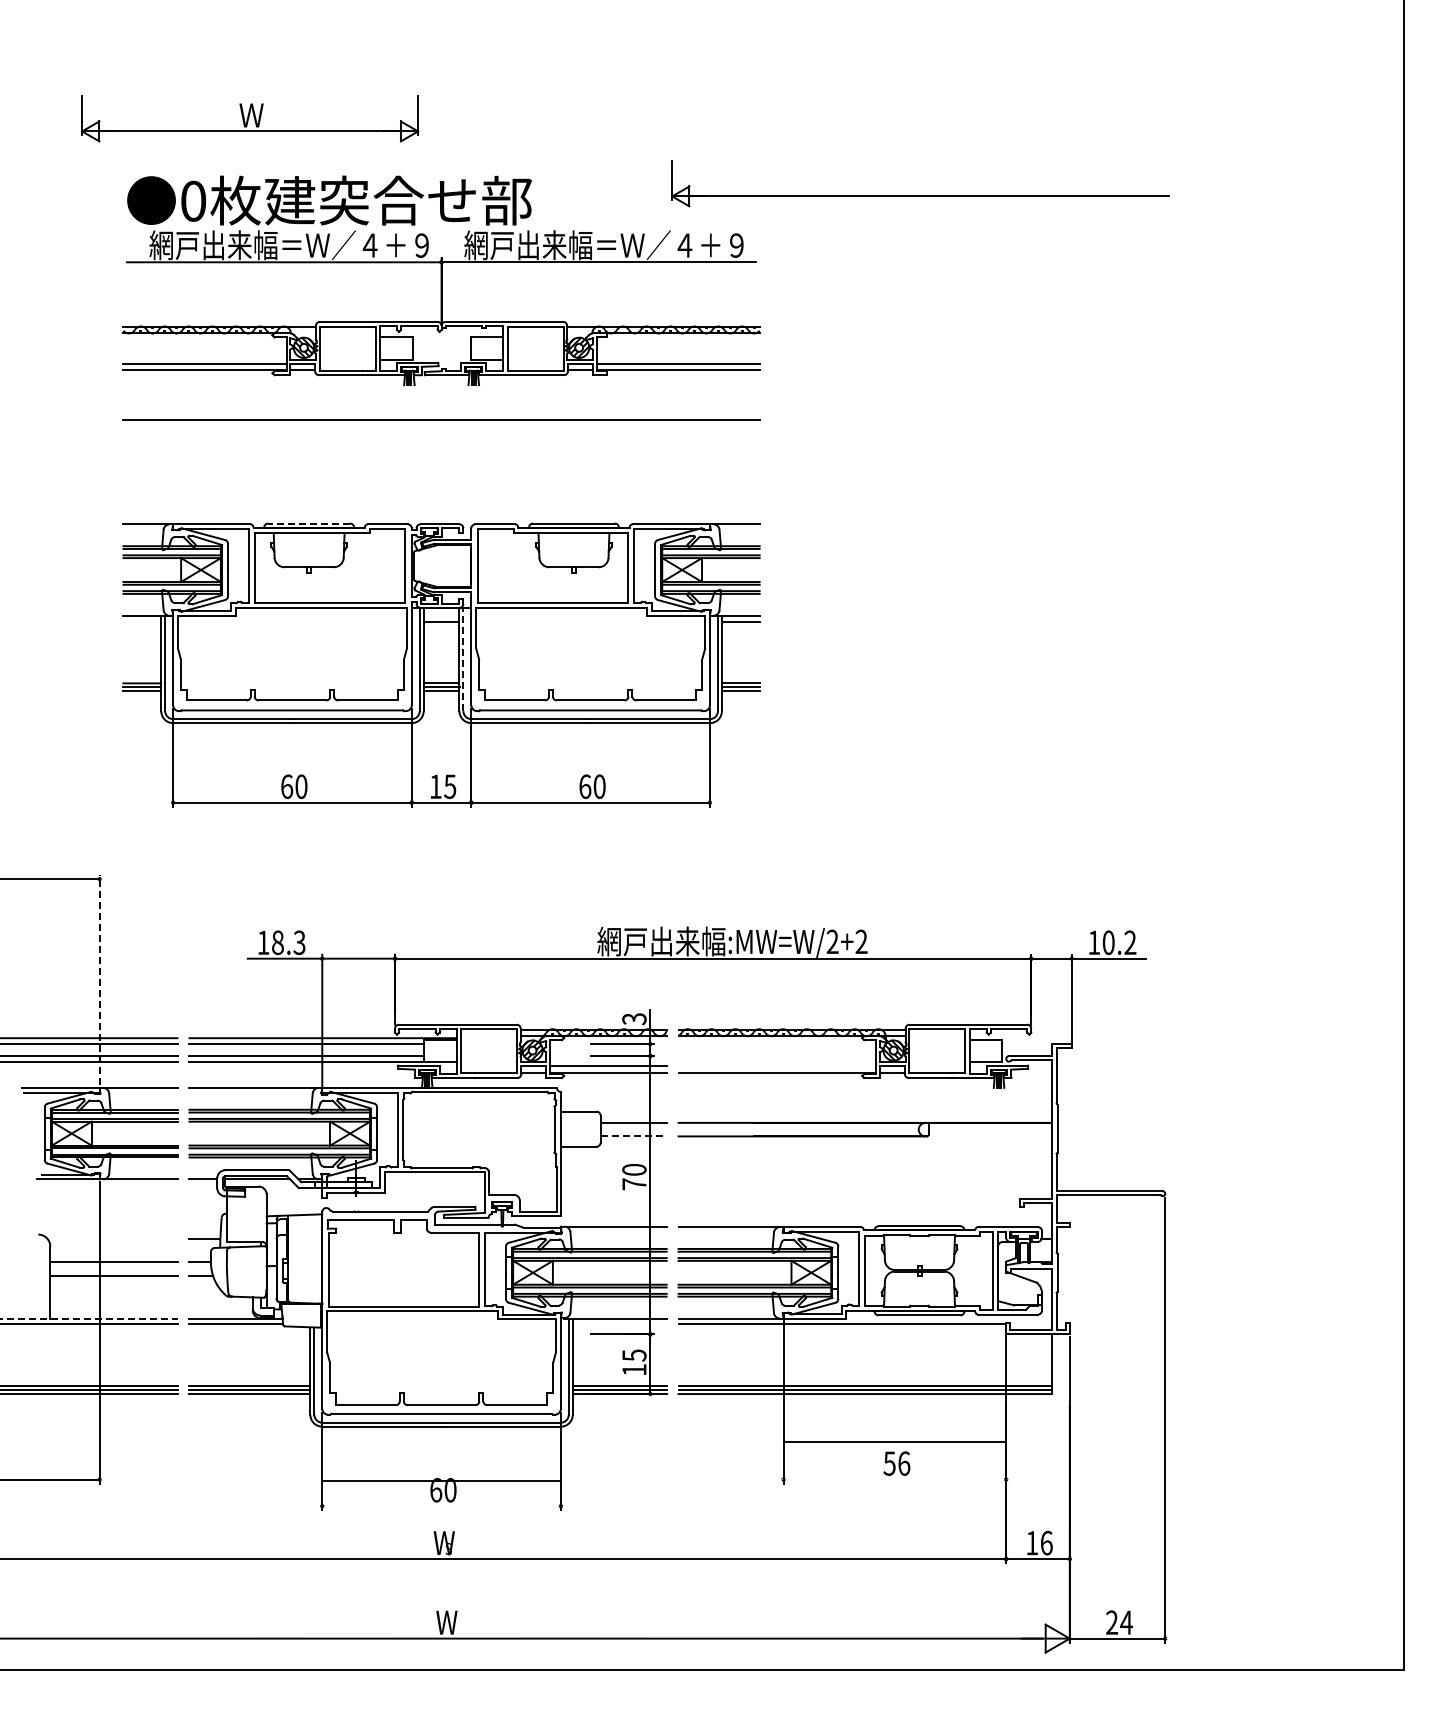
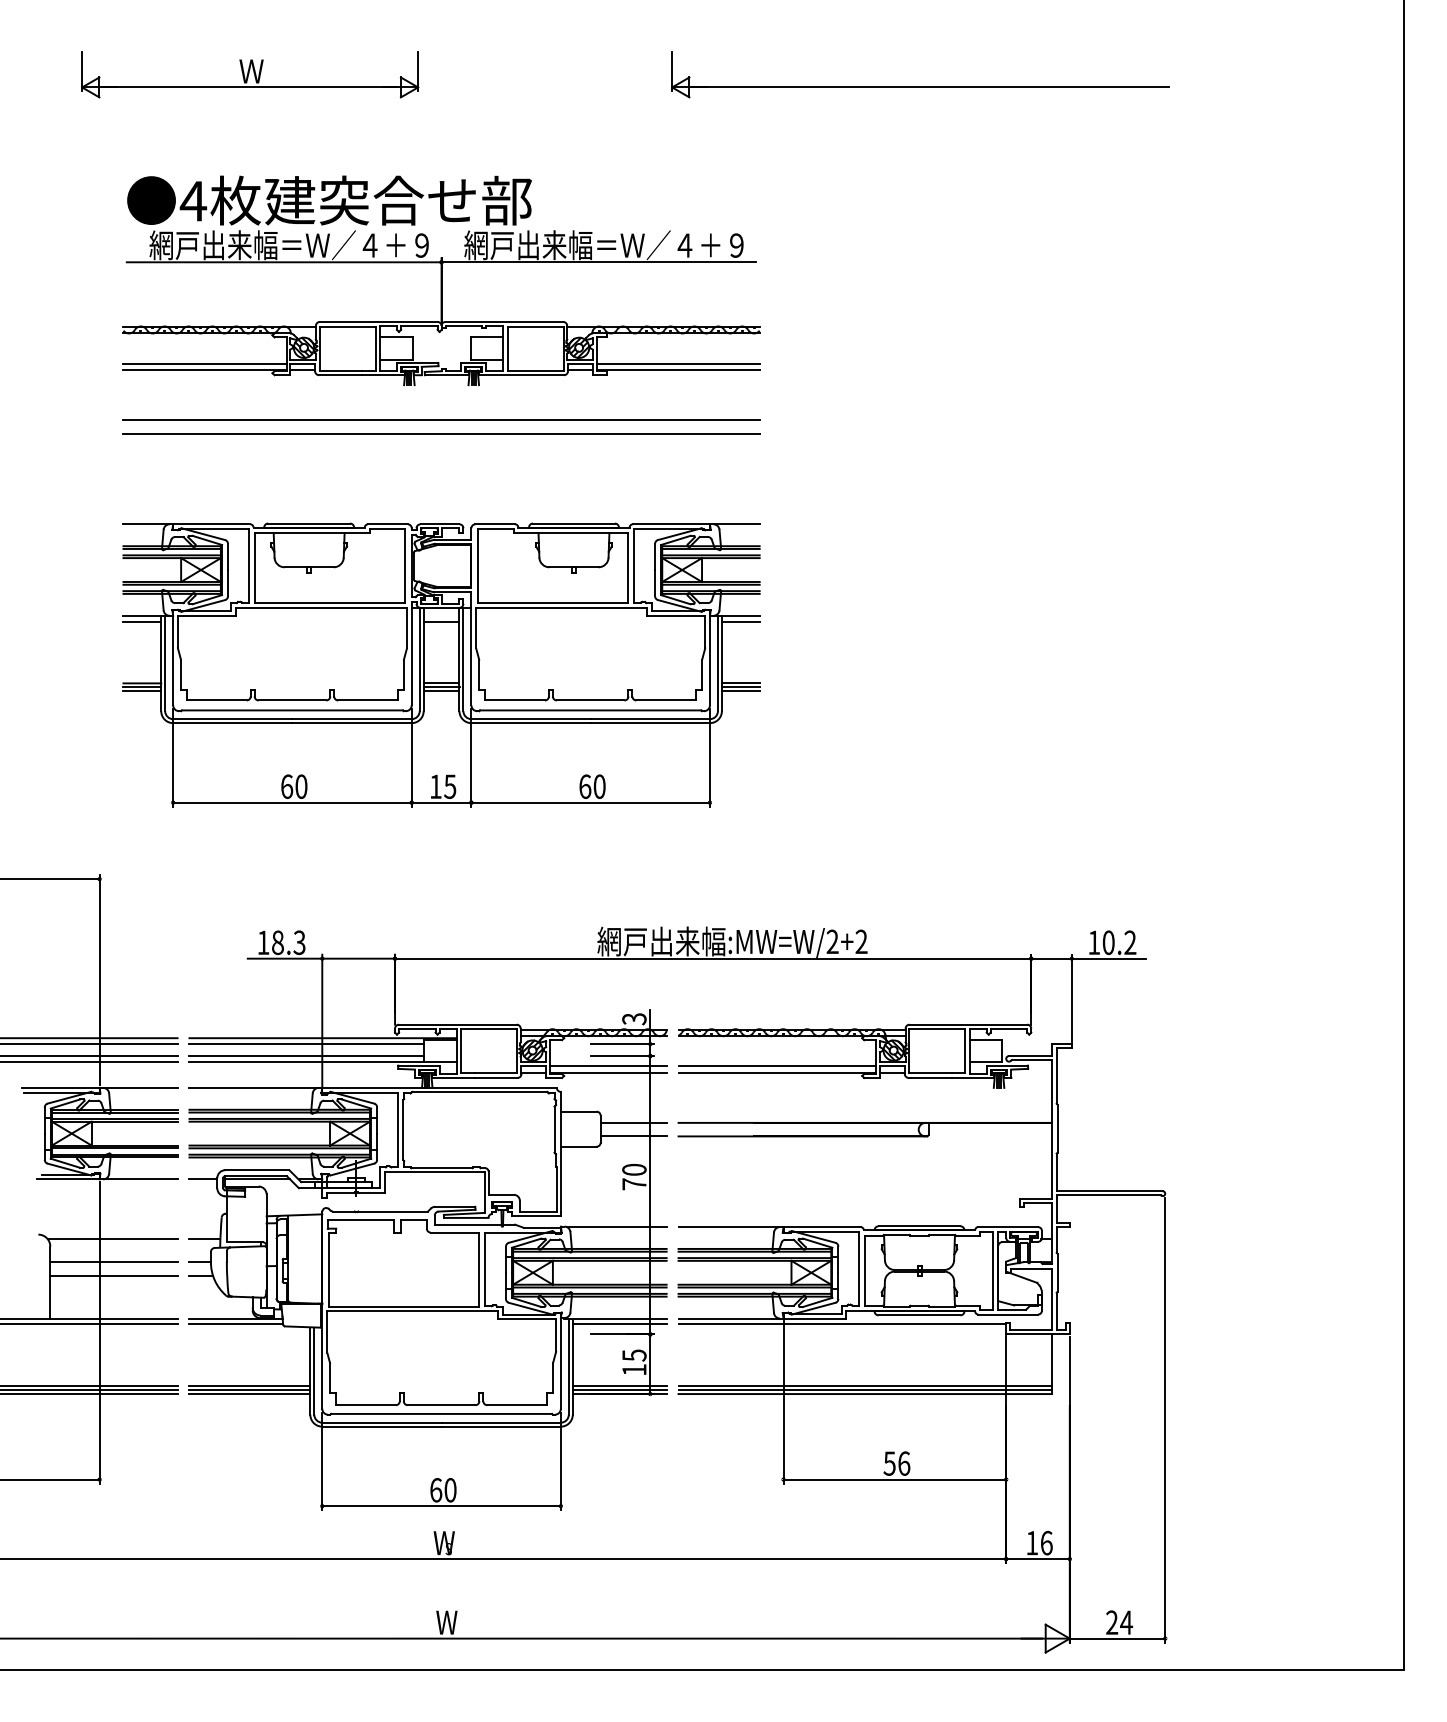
part at (250, 118) position: (250, 118) -> (250, 74)
part at (920, 195) position: (920, 195) -> (920, 86)
text at (193, 200): 0 -> 4
line at (441, 433): none -> present
line at (309, 523): dashed -> solid
line at (142, 621): none -> present
line at (463, 659): dashed -> solid
line at (99, 980): dashed -> solid
line at (777, 1066): none -> present
line at (634, 1136): dashed -> solid
line at (112, 1238): none -> present
line at (89, 1319): dashed -> solid
line at (619, 1324): none -> present
line at (894, 1441) position: (894, 1441) -> (894, 1479)
line at (441, 1481) position: (441, 1481) -> (441, 1506)
